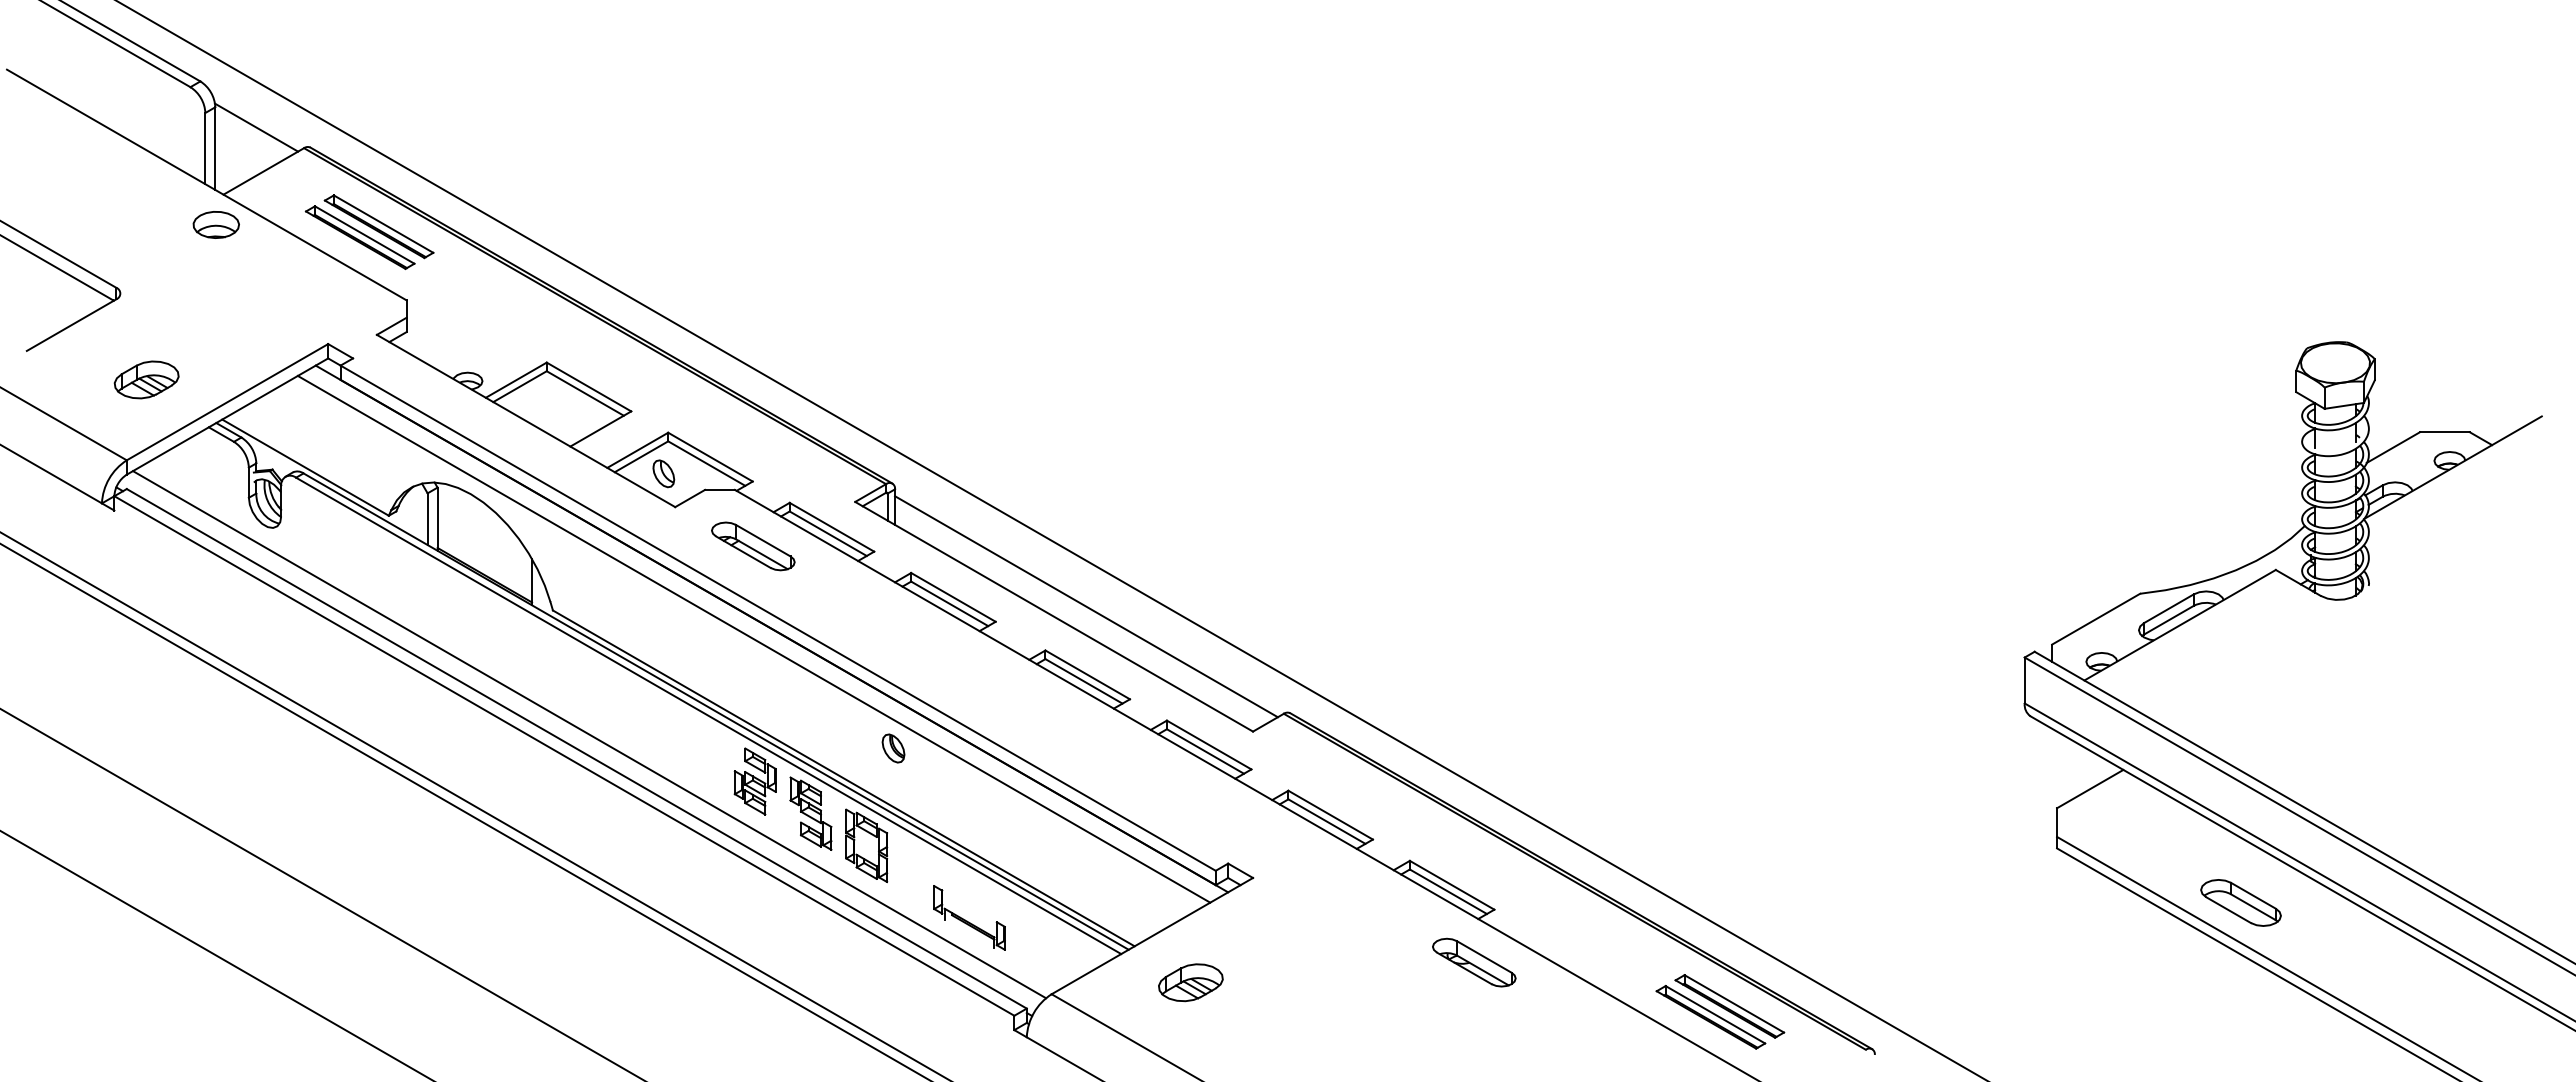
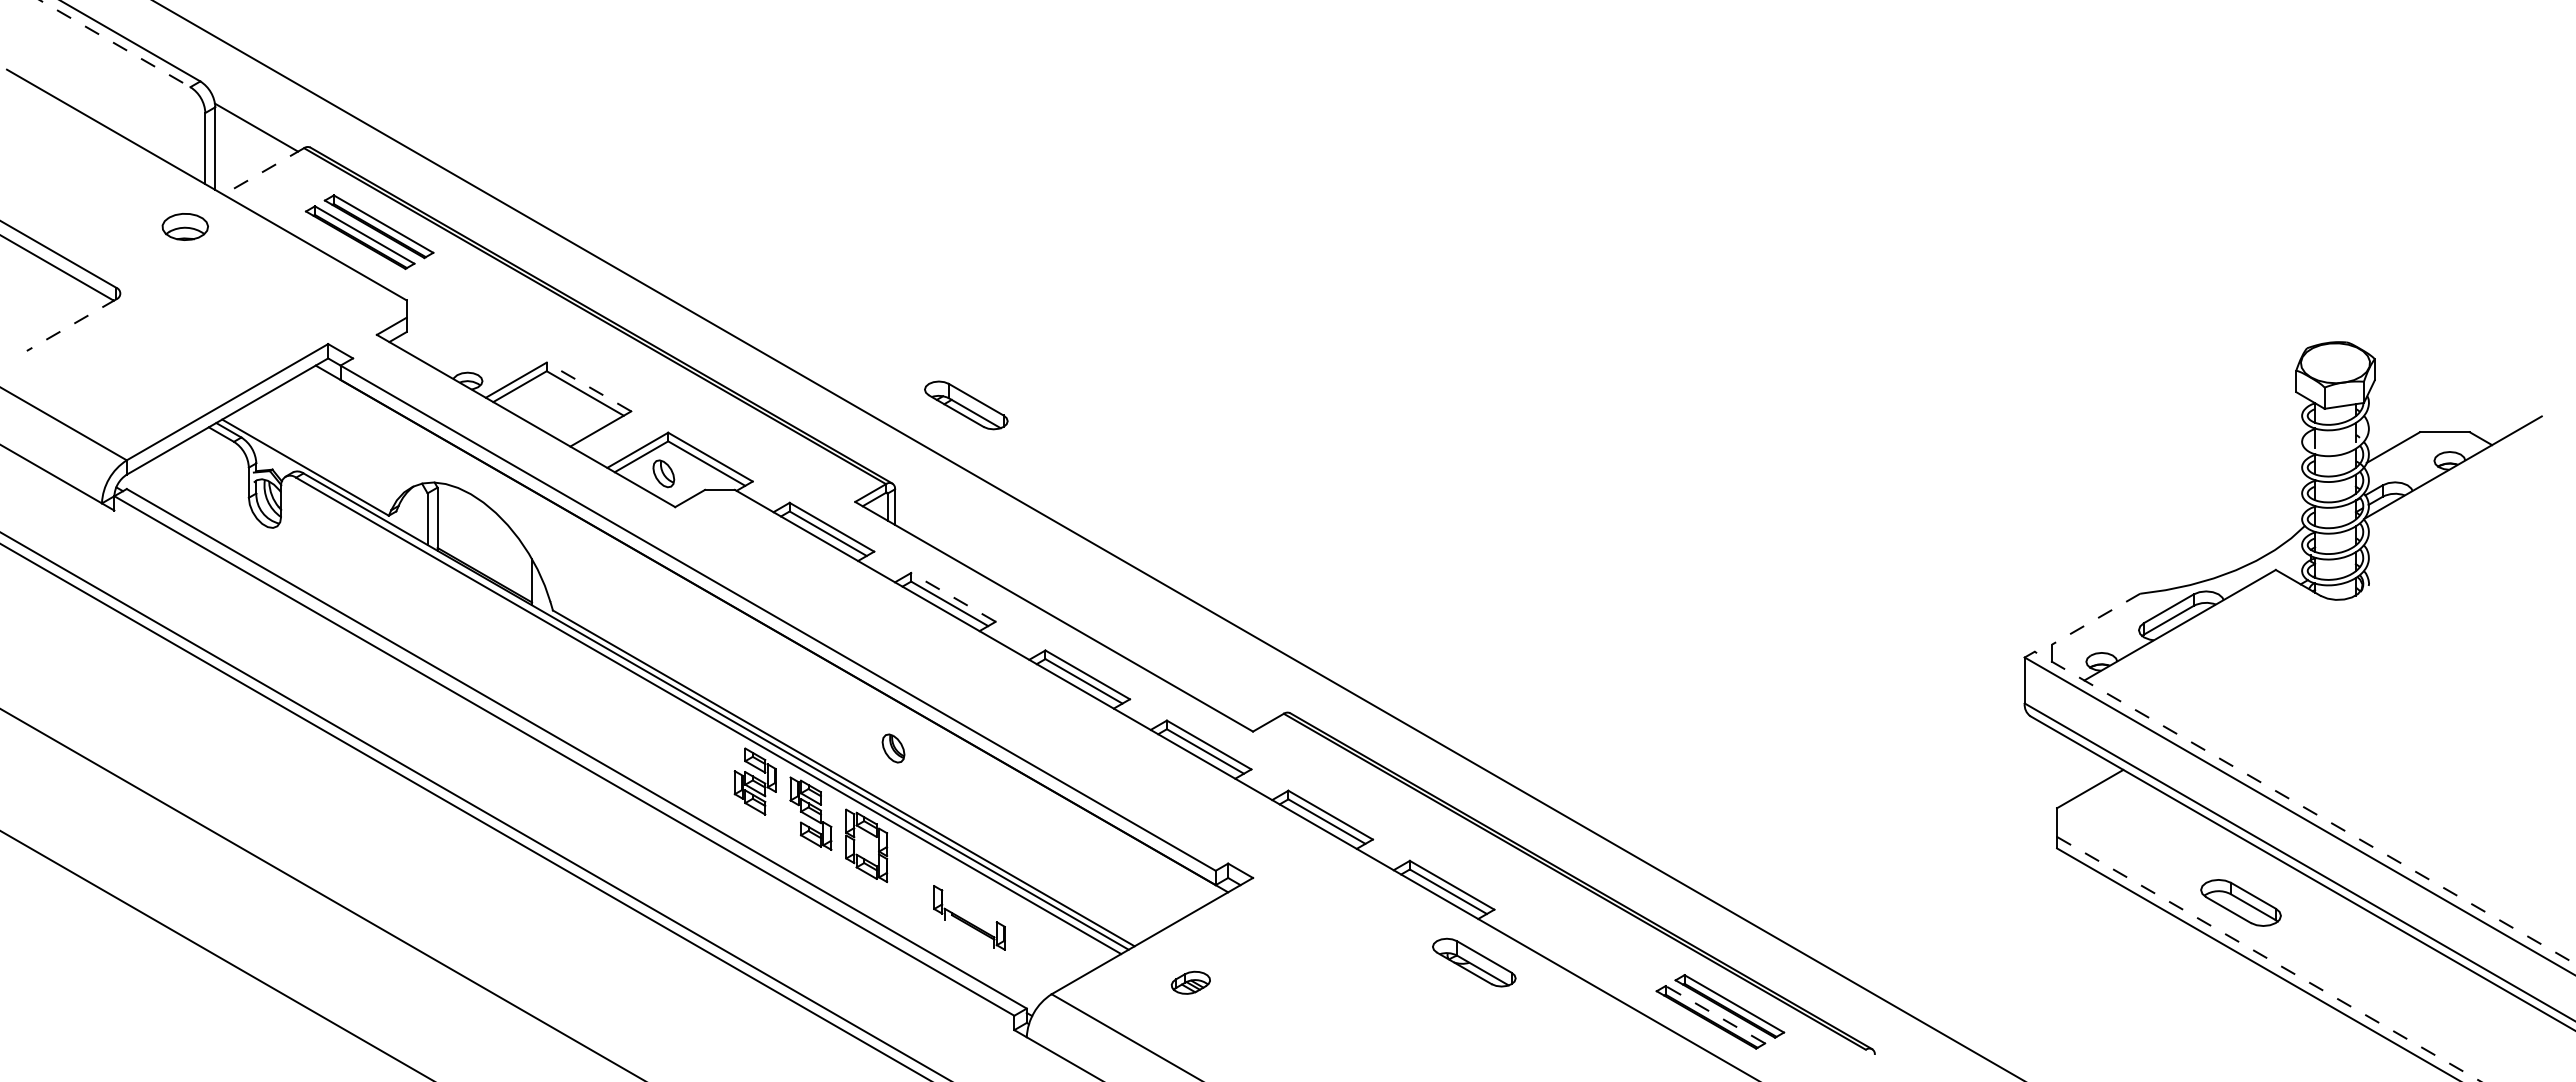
line at (115, 43): solid -> dashed
line at (263, 171): solid -> dashed
part at (215, 224) position: (215, 224) -> (184, 226)
line at (71, 325): solid -> dashed
part at (146, 379): present -> none
line at (589, 387): solid -> dashed
line at (1051, 540) position: (1051, 540) -> (1088, 540)
part at (753, 546) position: (753, 546) -> (966, 405)
line at (953, 597): solid -> dashed
line at (1086, 606): present -> none
line at (2096, 619): solid -> dashed
line at (753, 638): present -> none
line at (589, 734): present -> none
line at (2304, 807): solid -> dashed
line at (2269, 959): solid -> dashed
part at (1190, 982) size: 66x40 px -> 41x25 px
line at (1714, 1014): solid -> dashed
